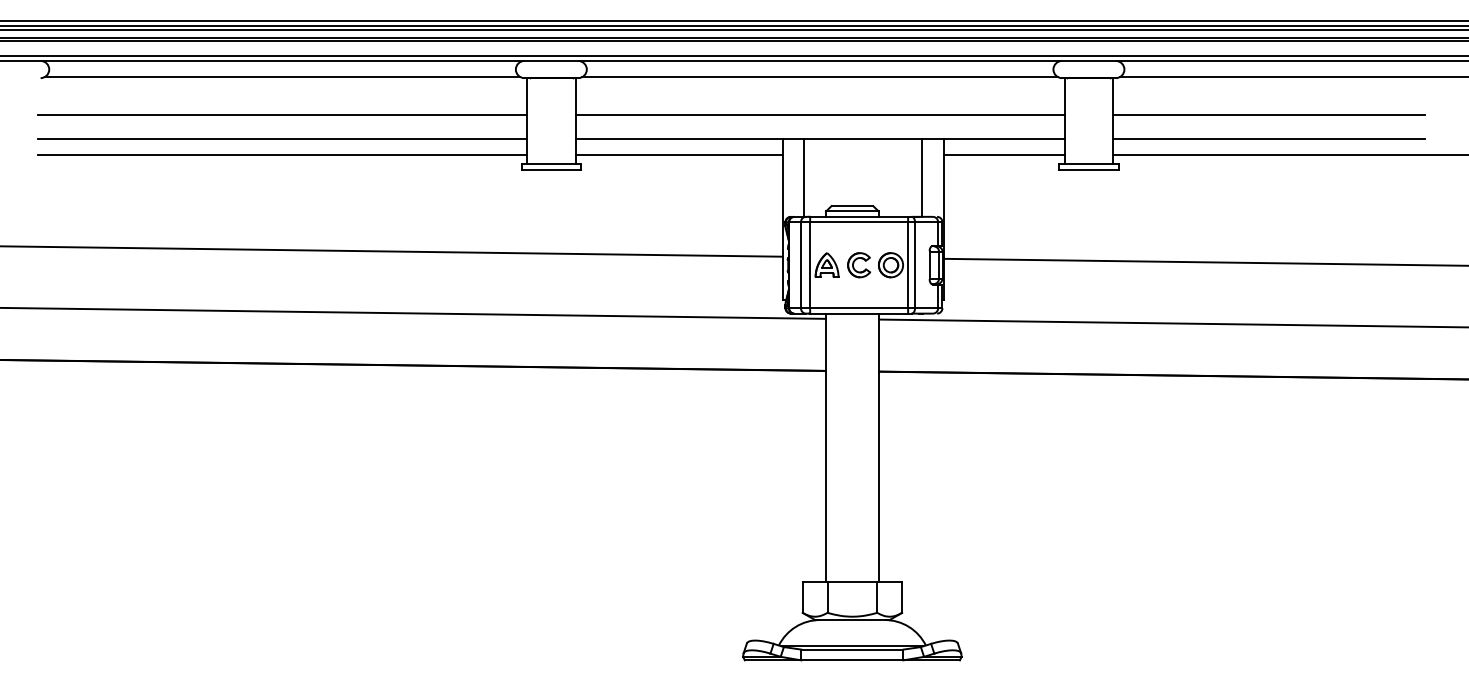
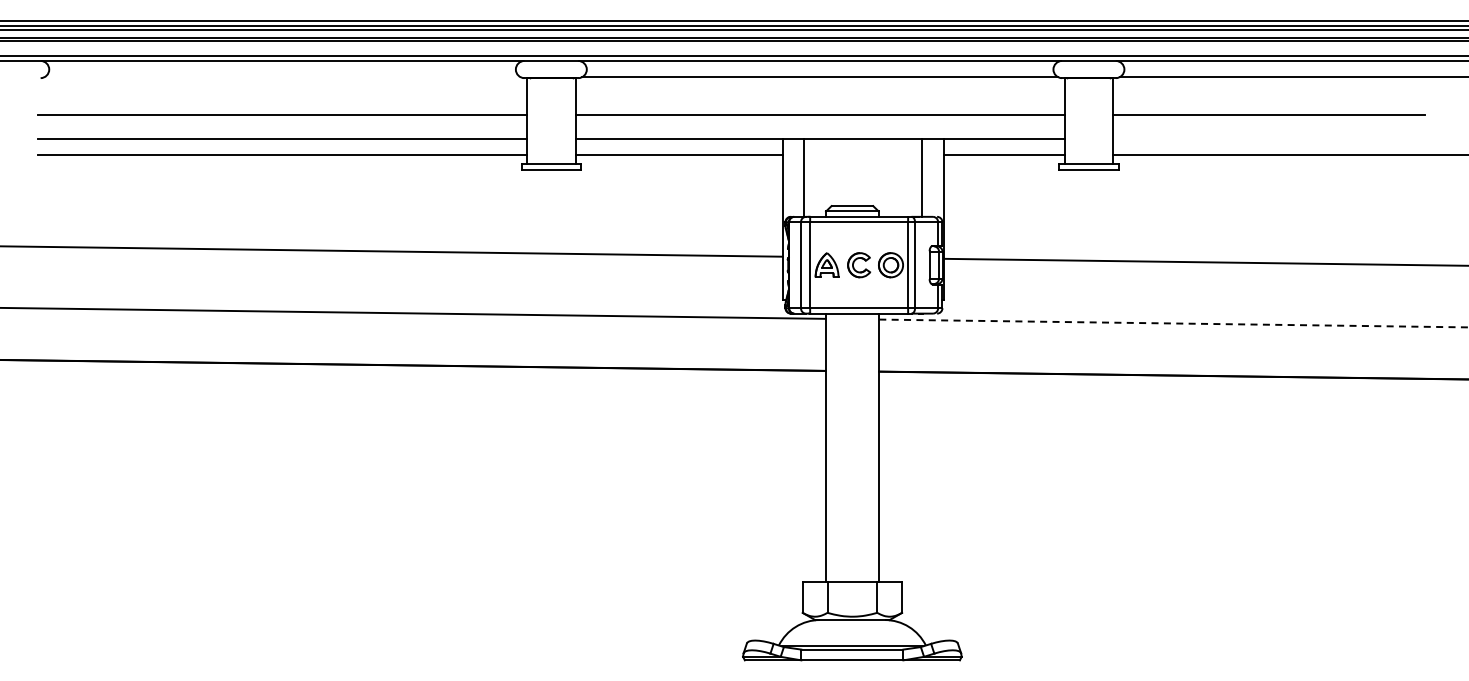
line at (282, 77): present -> none
line at (1268, 138): present -> none
line at (1174, 323): solid -> dashed
